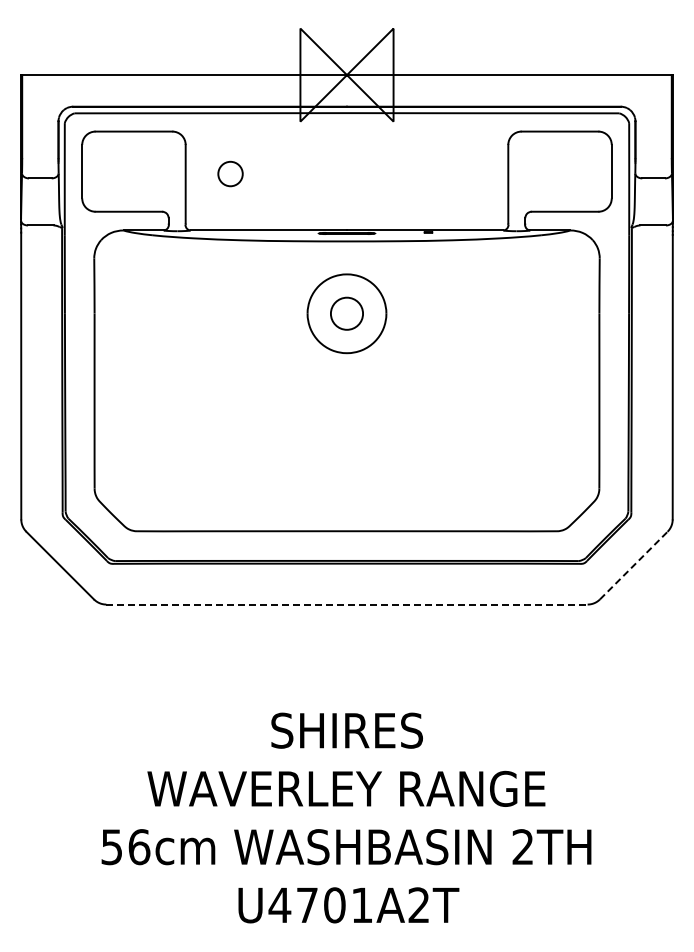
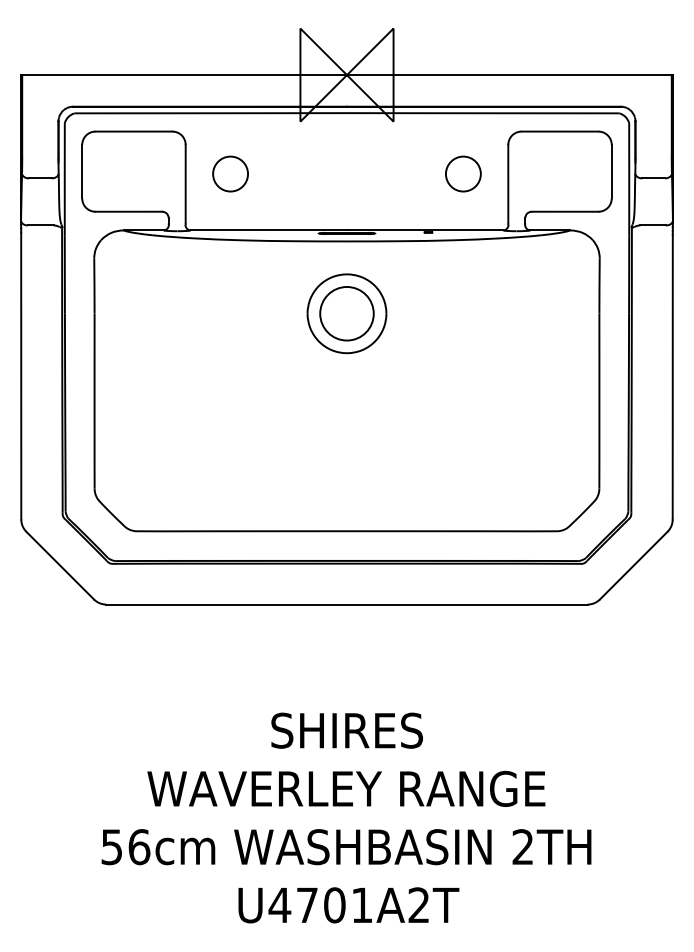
circle at (230, 173) size: 27x28 px -> 37x38 px
circle at (463, 173): none -> present
circle at (346, 313) diameter: 32 px -> 54 px
line at (633, 565): dashed -> solid
line at (347, 604): dashed -> solid
